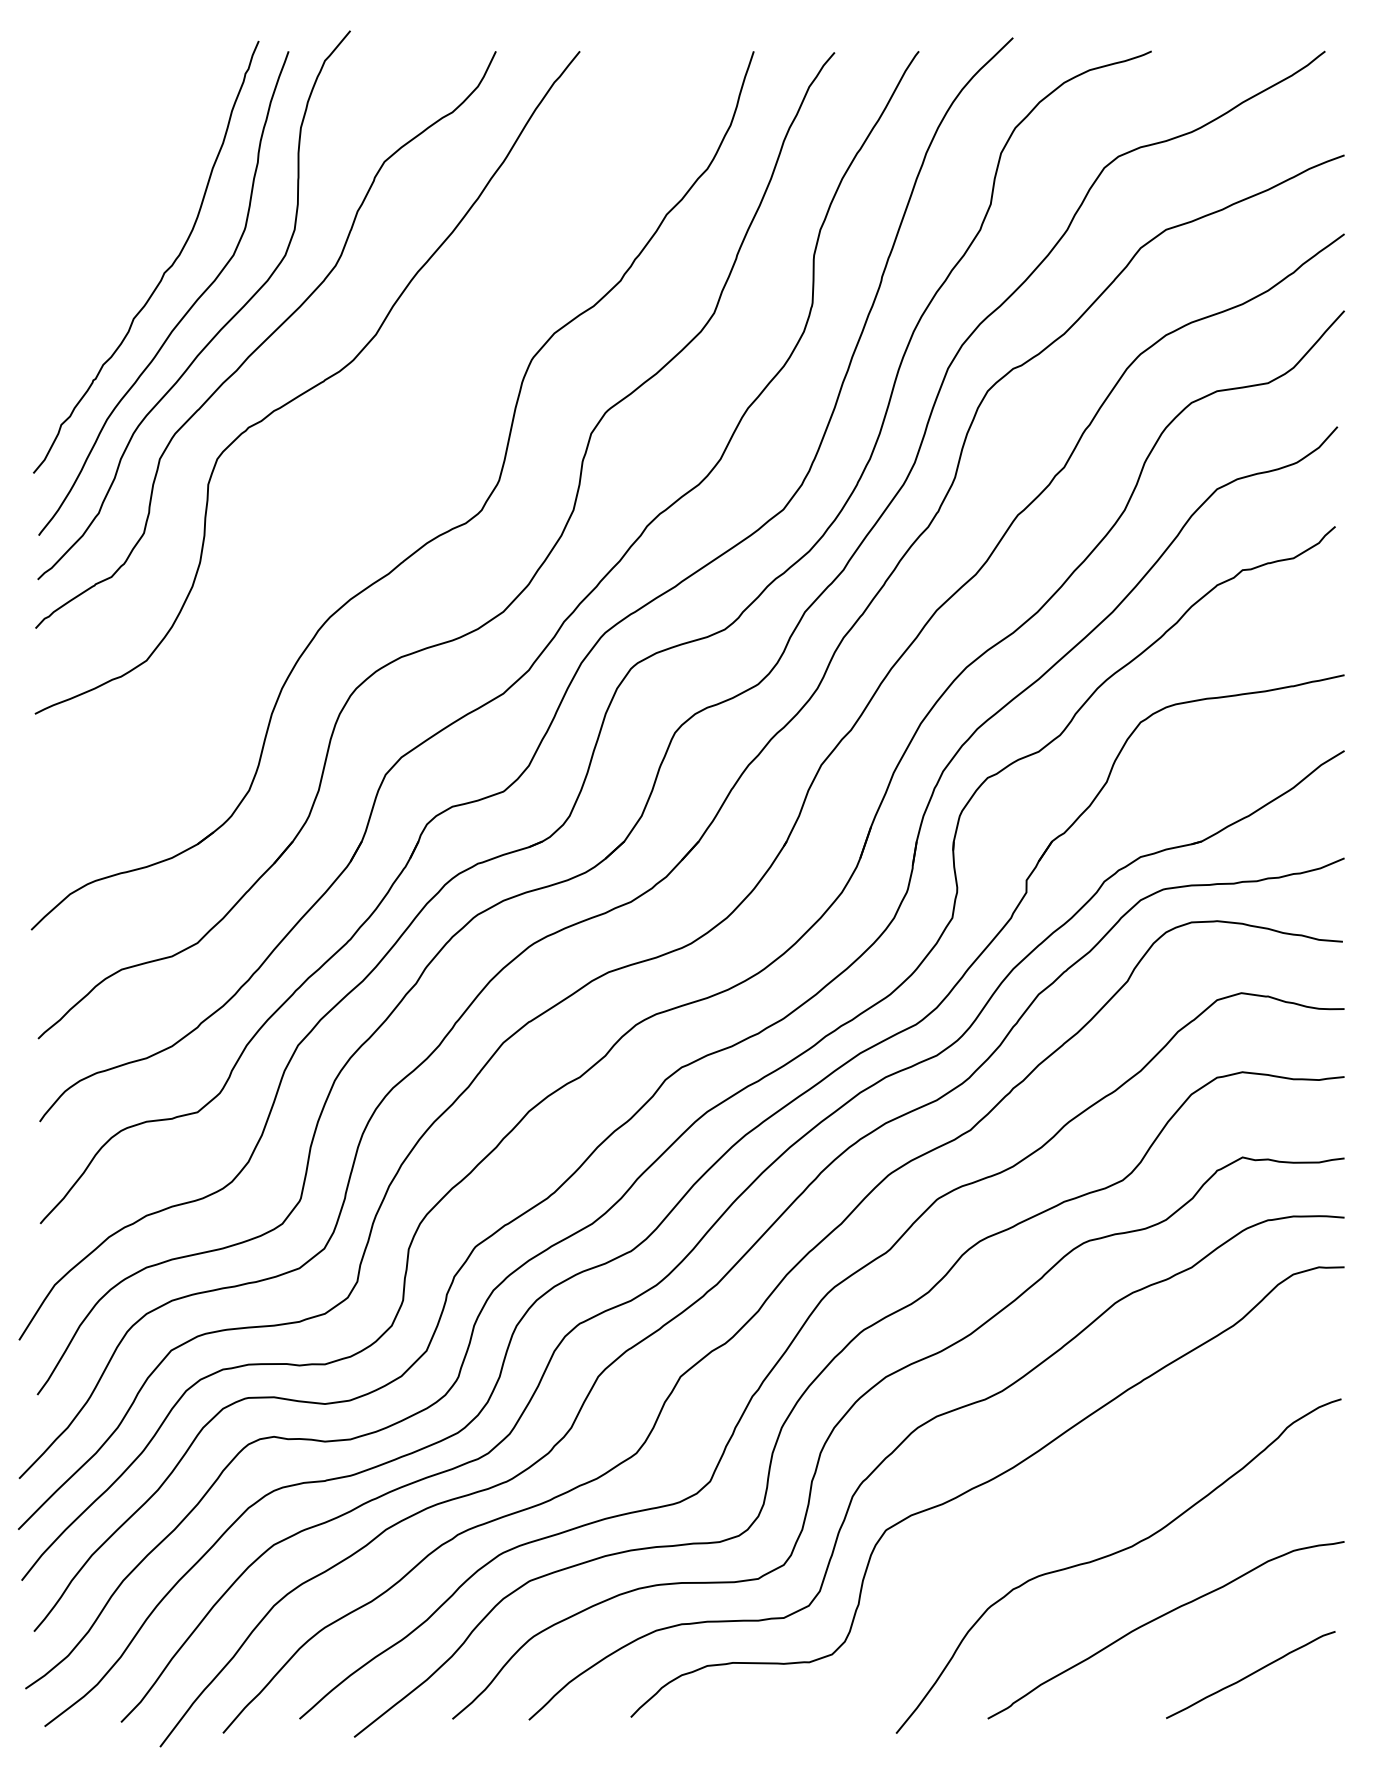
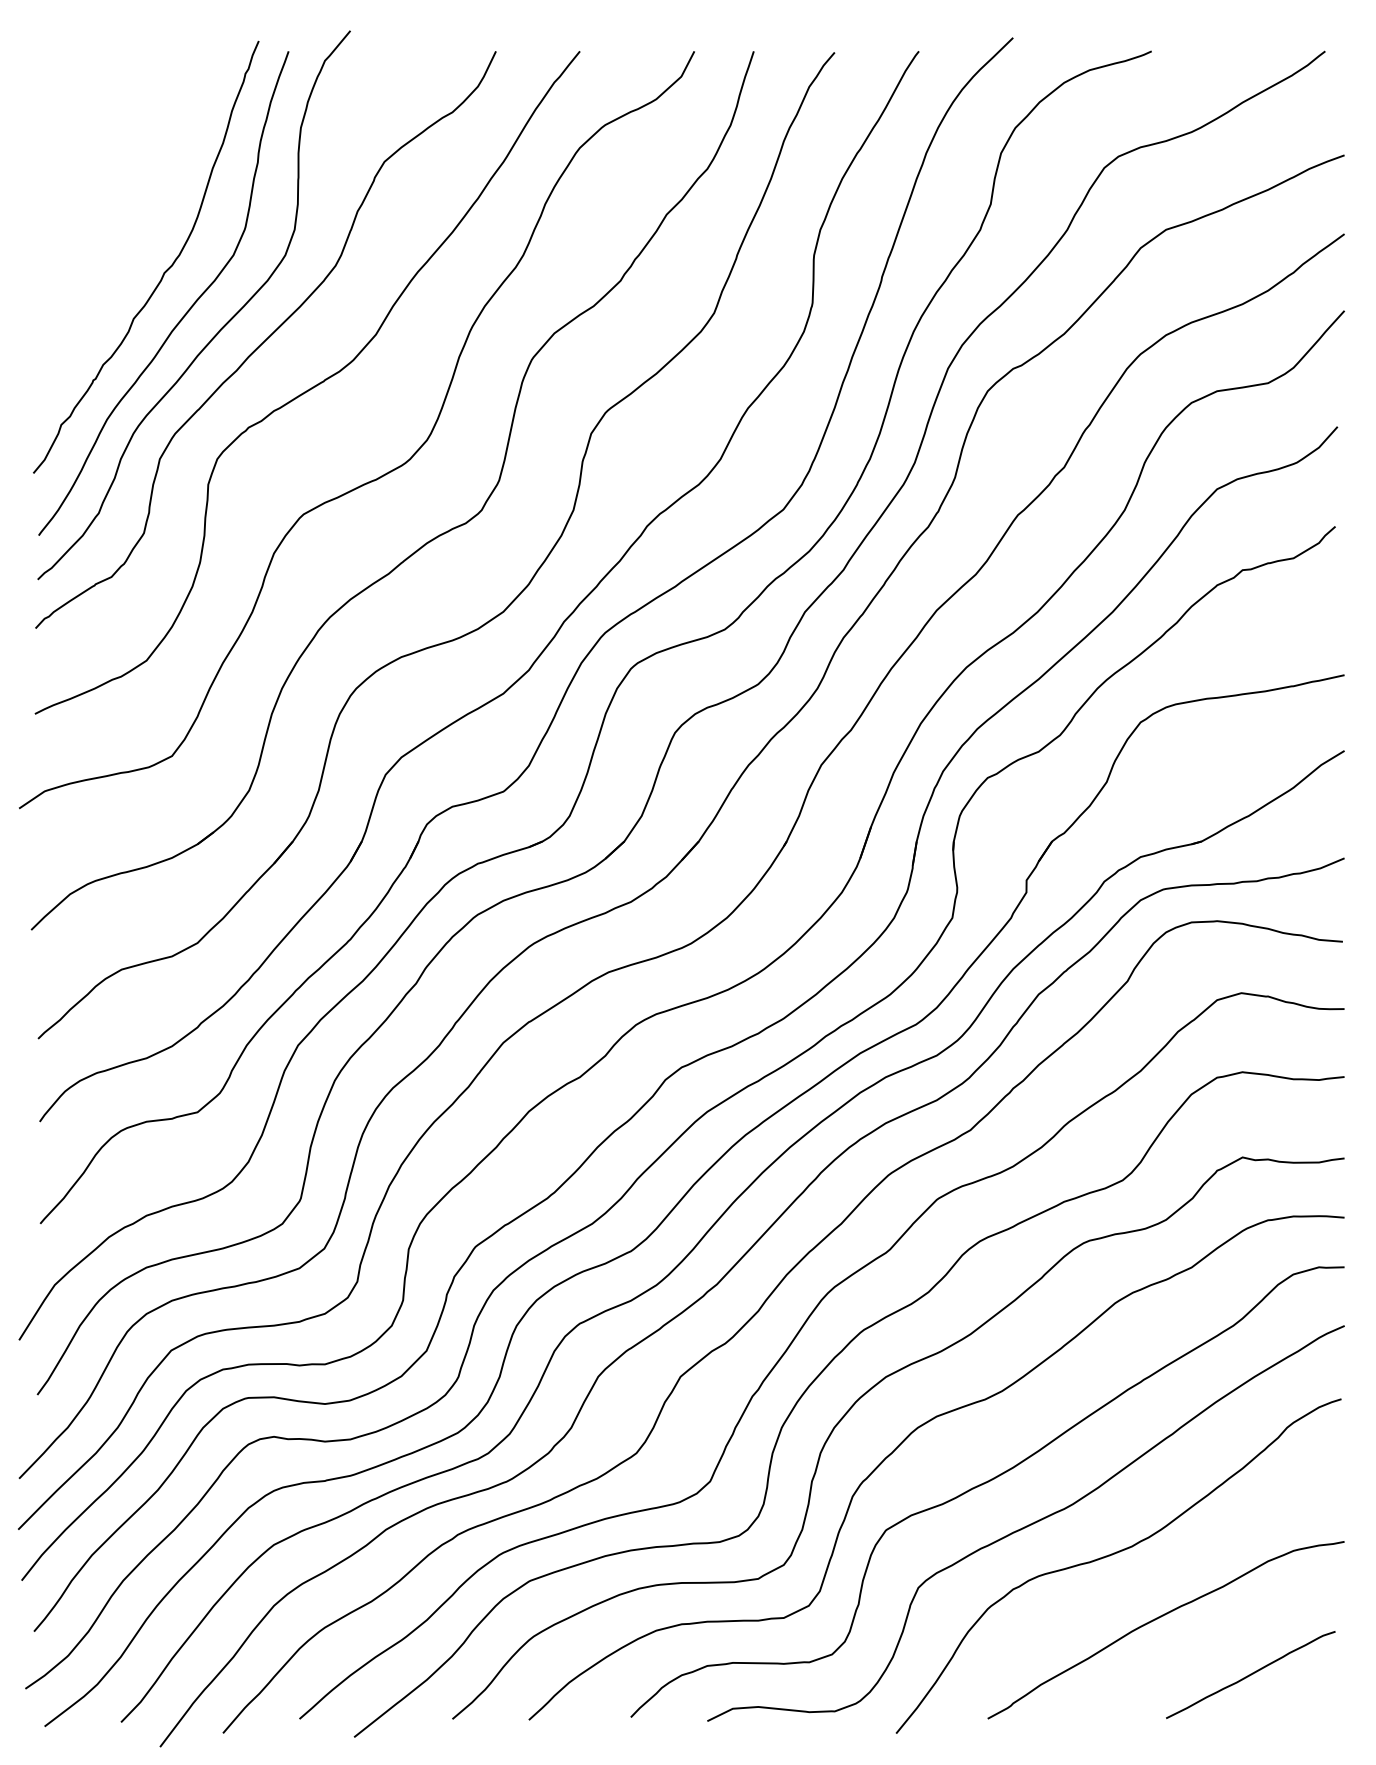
curve at (379, 476): none -> present
curve at (1026, 1525): none -> present
